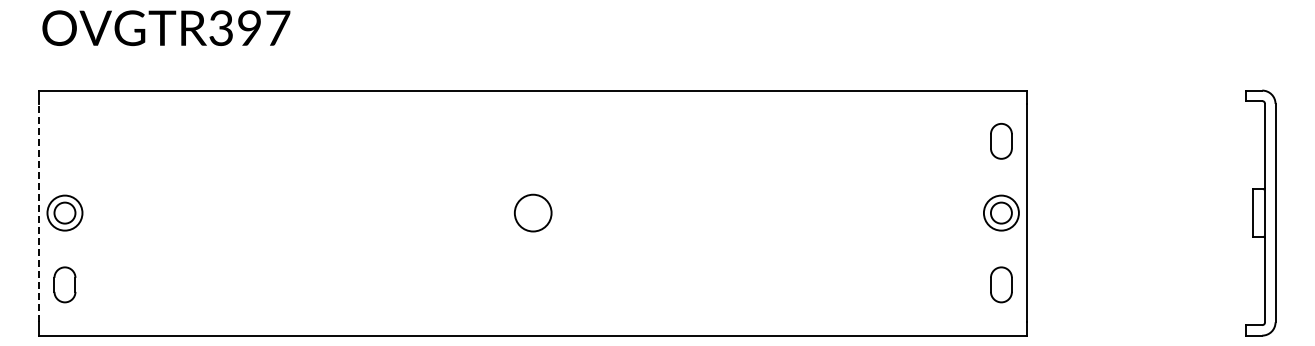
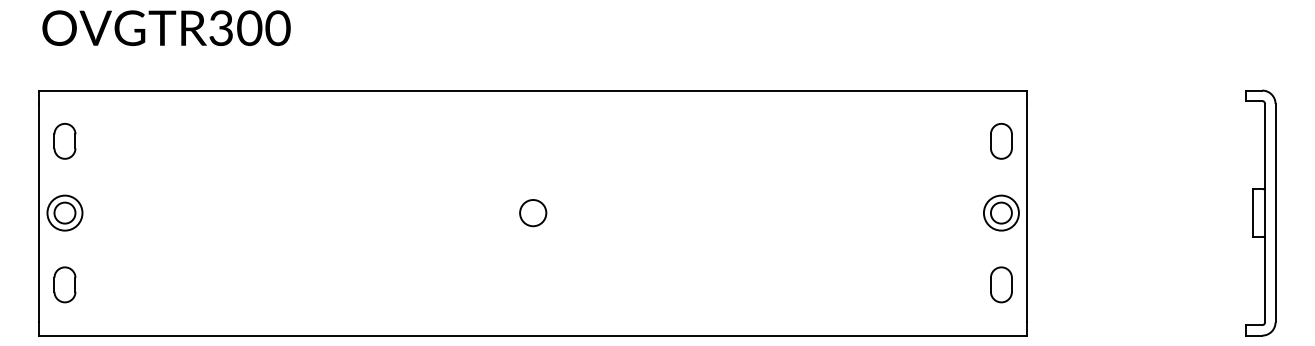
text at (263, 27): 397 -> 300
part at (64, 141): none -> present
line at (39, 212): dashed -> solid
circle at (532, 212) diameter: 37 px -> 26 px
